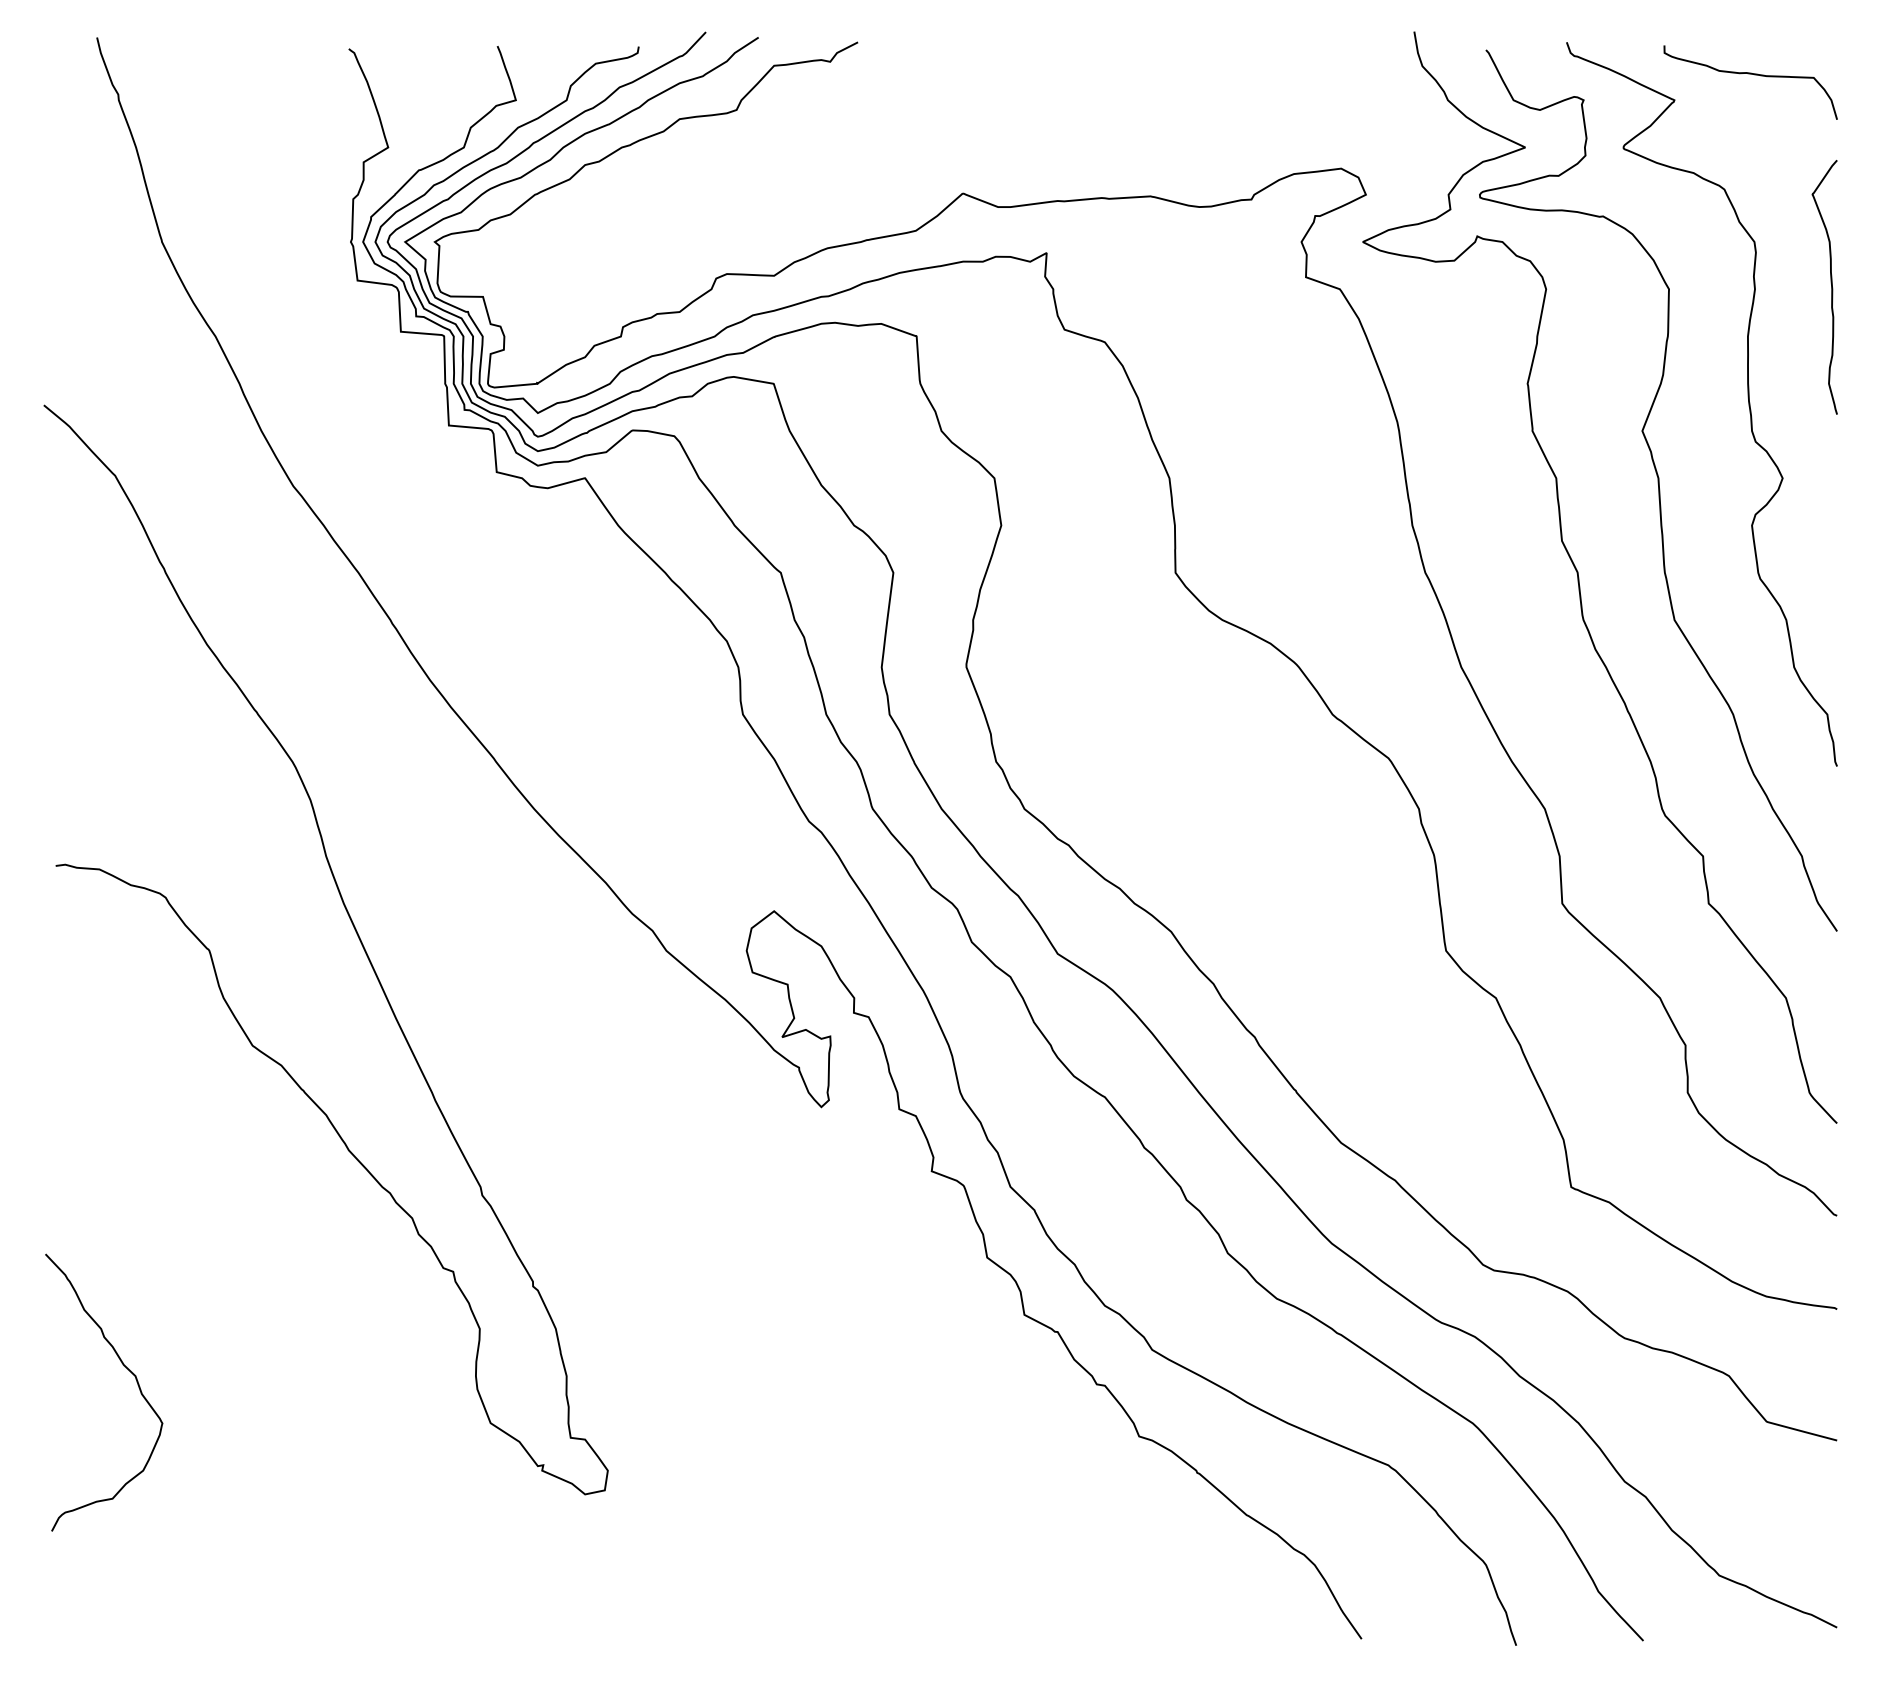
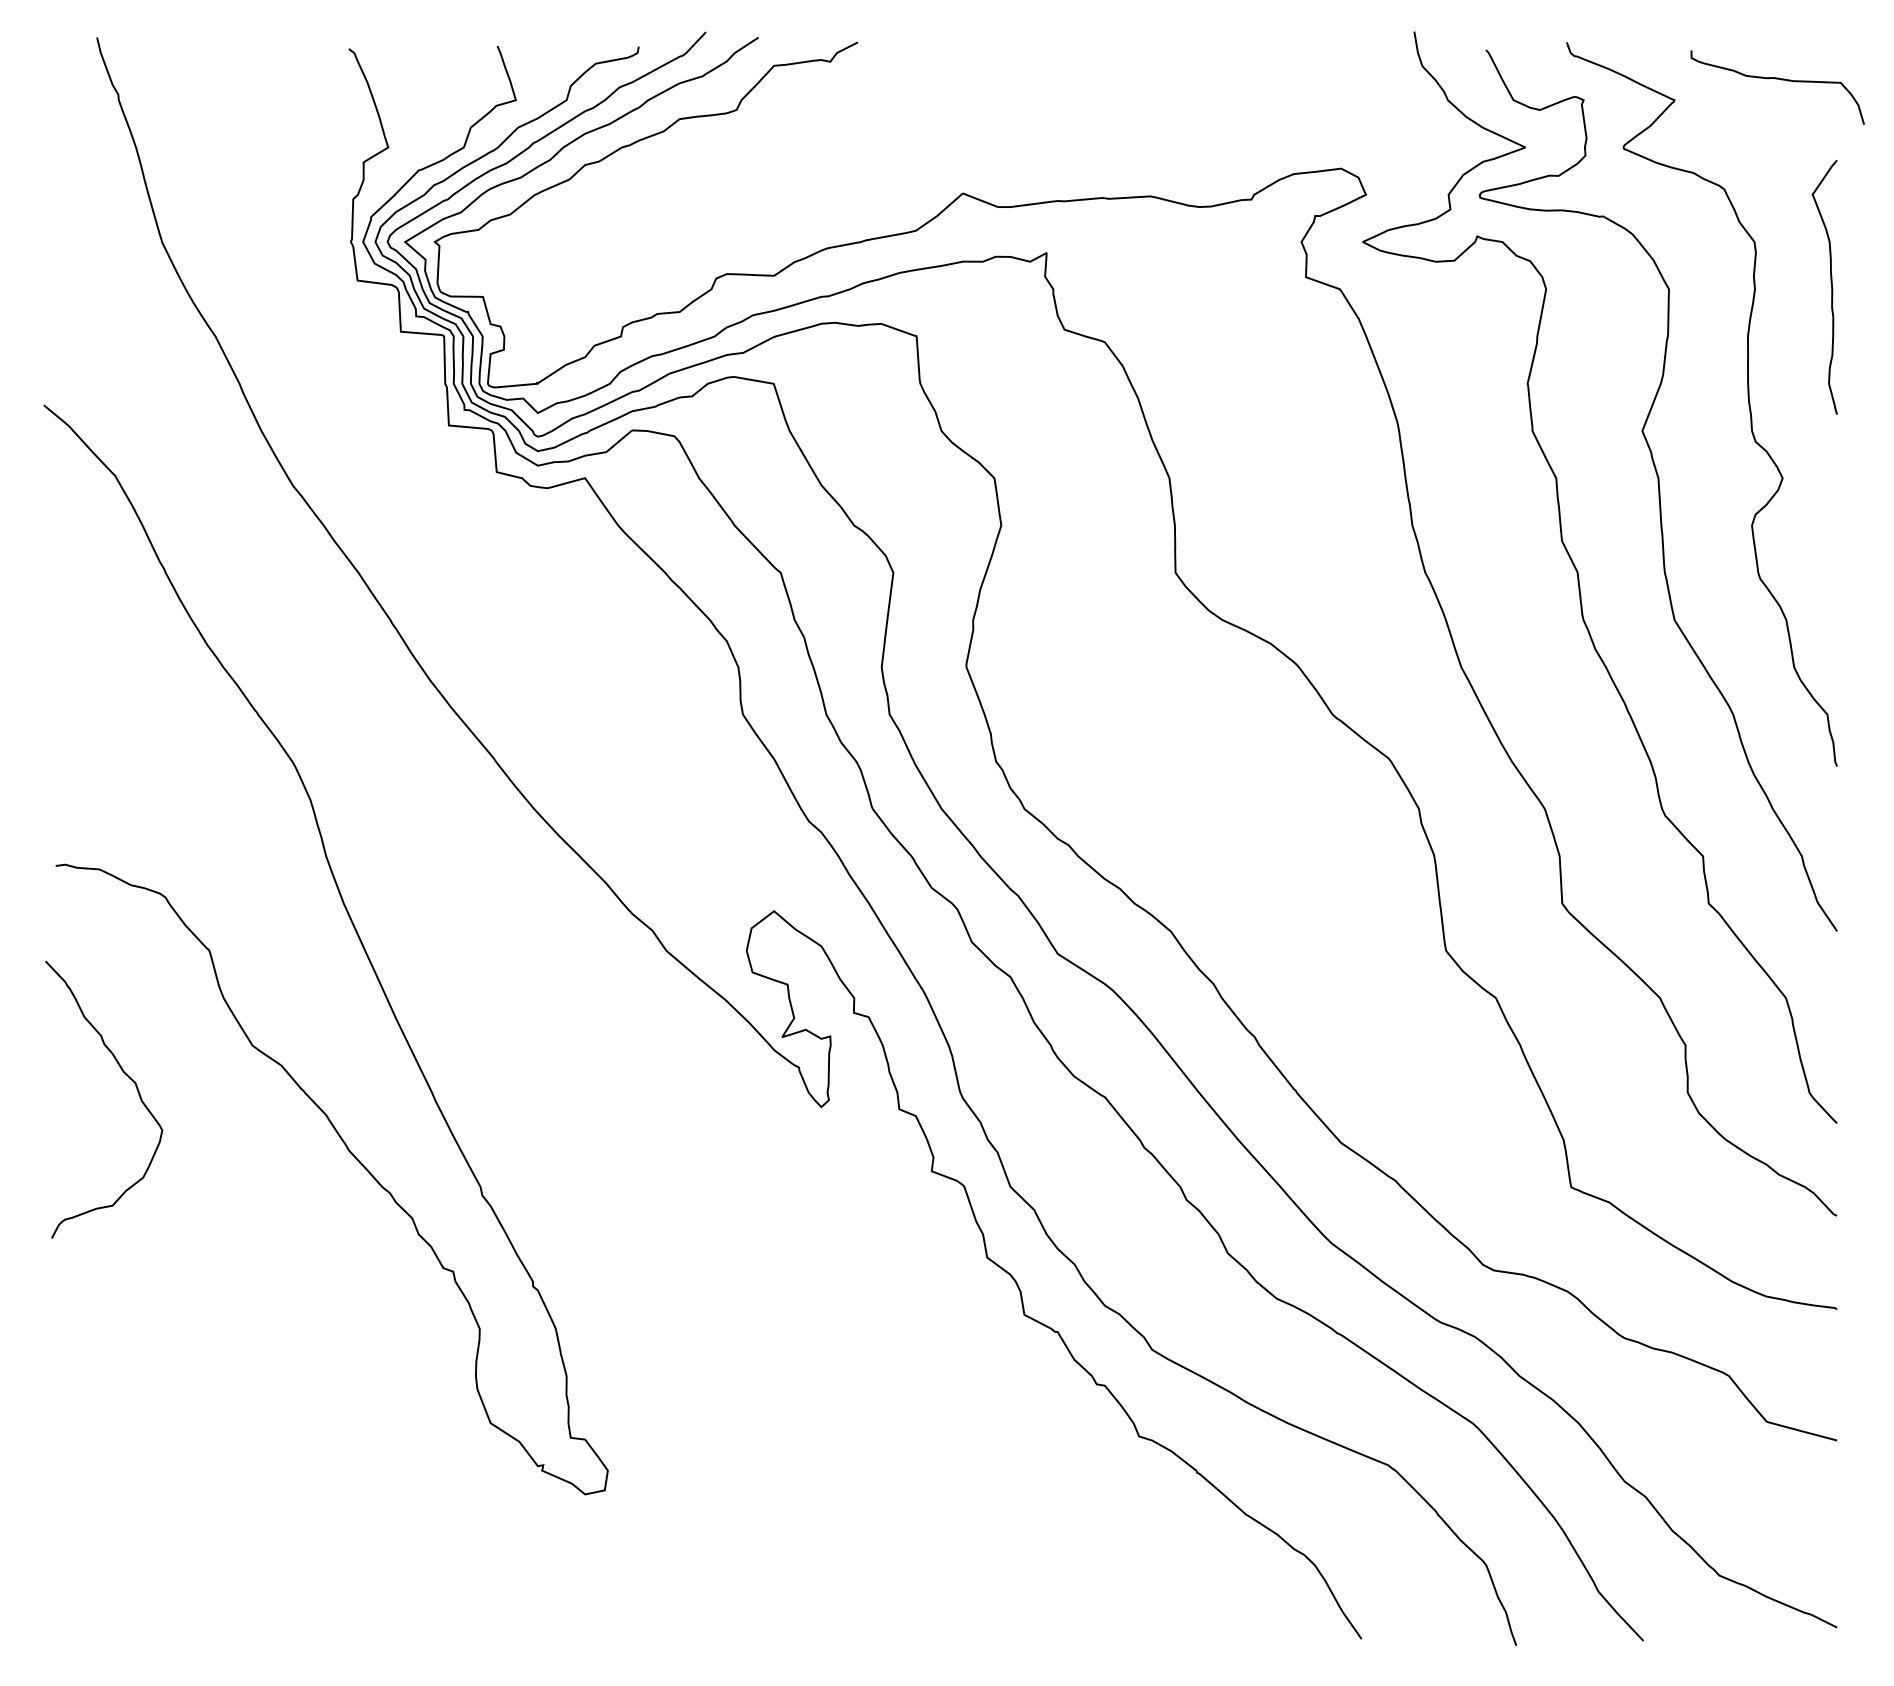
curve at (1750, 74) position: (1750, 74) -> (1777, 79)
curve at (127, 1369) position: (127, 1369) -> (127, 1076)
